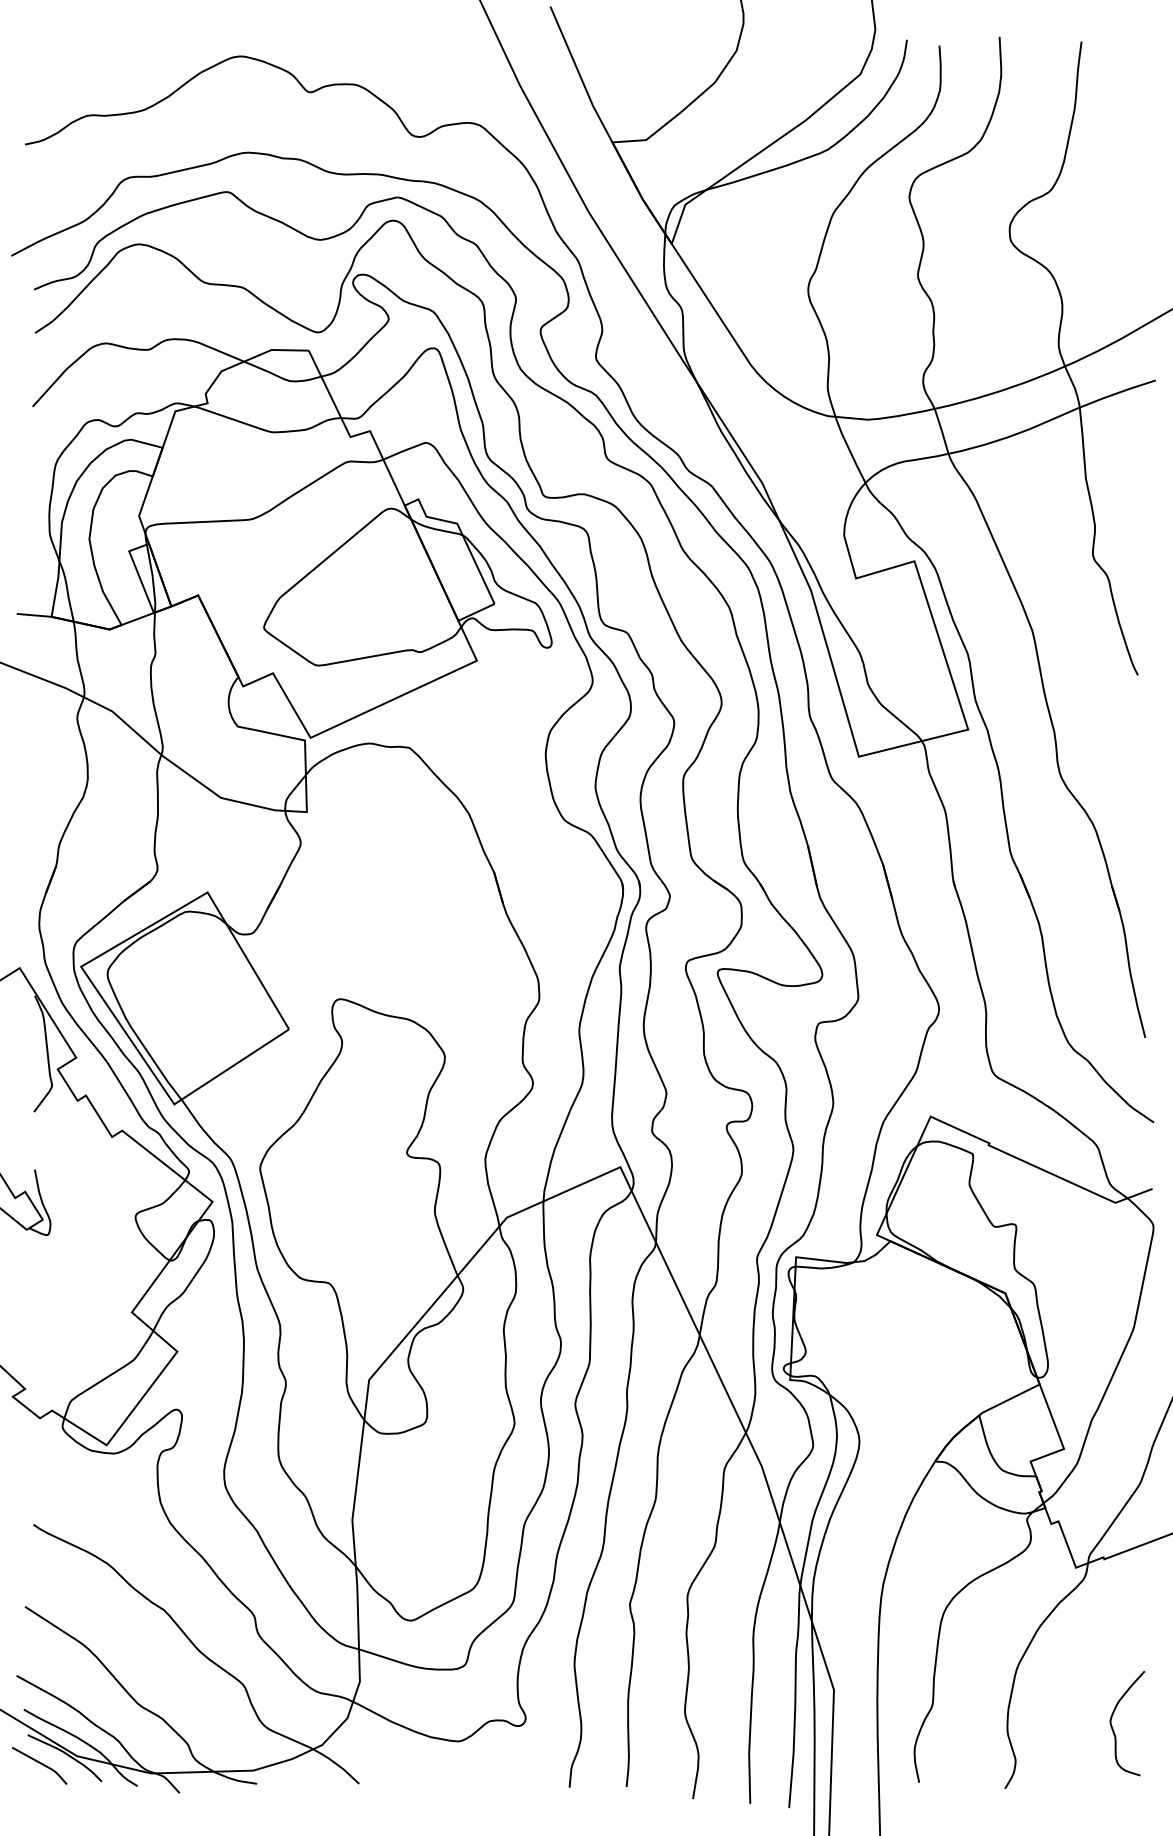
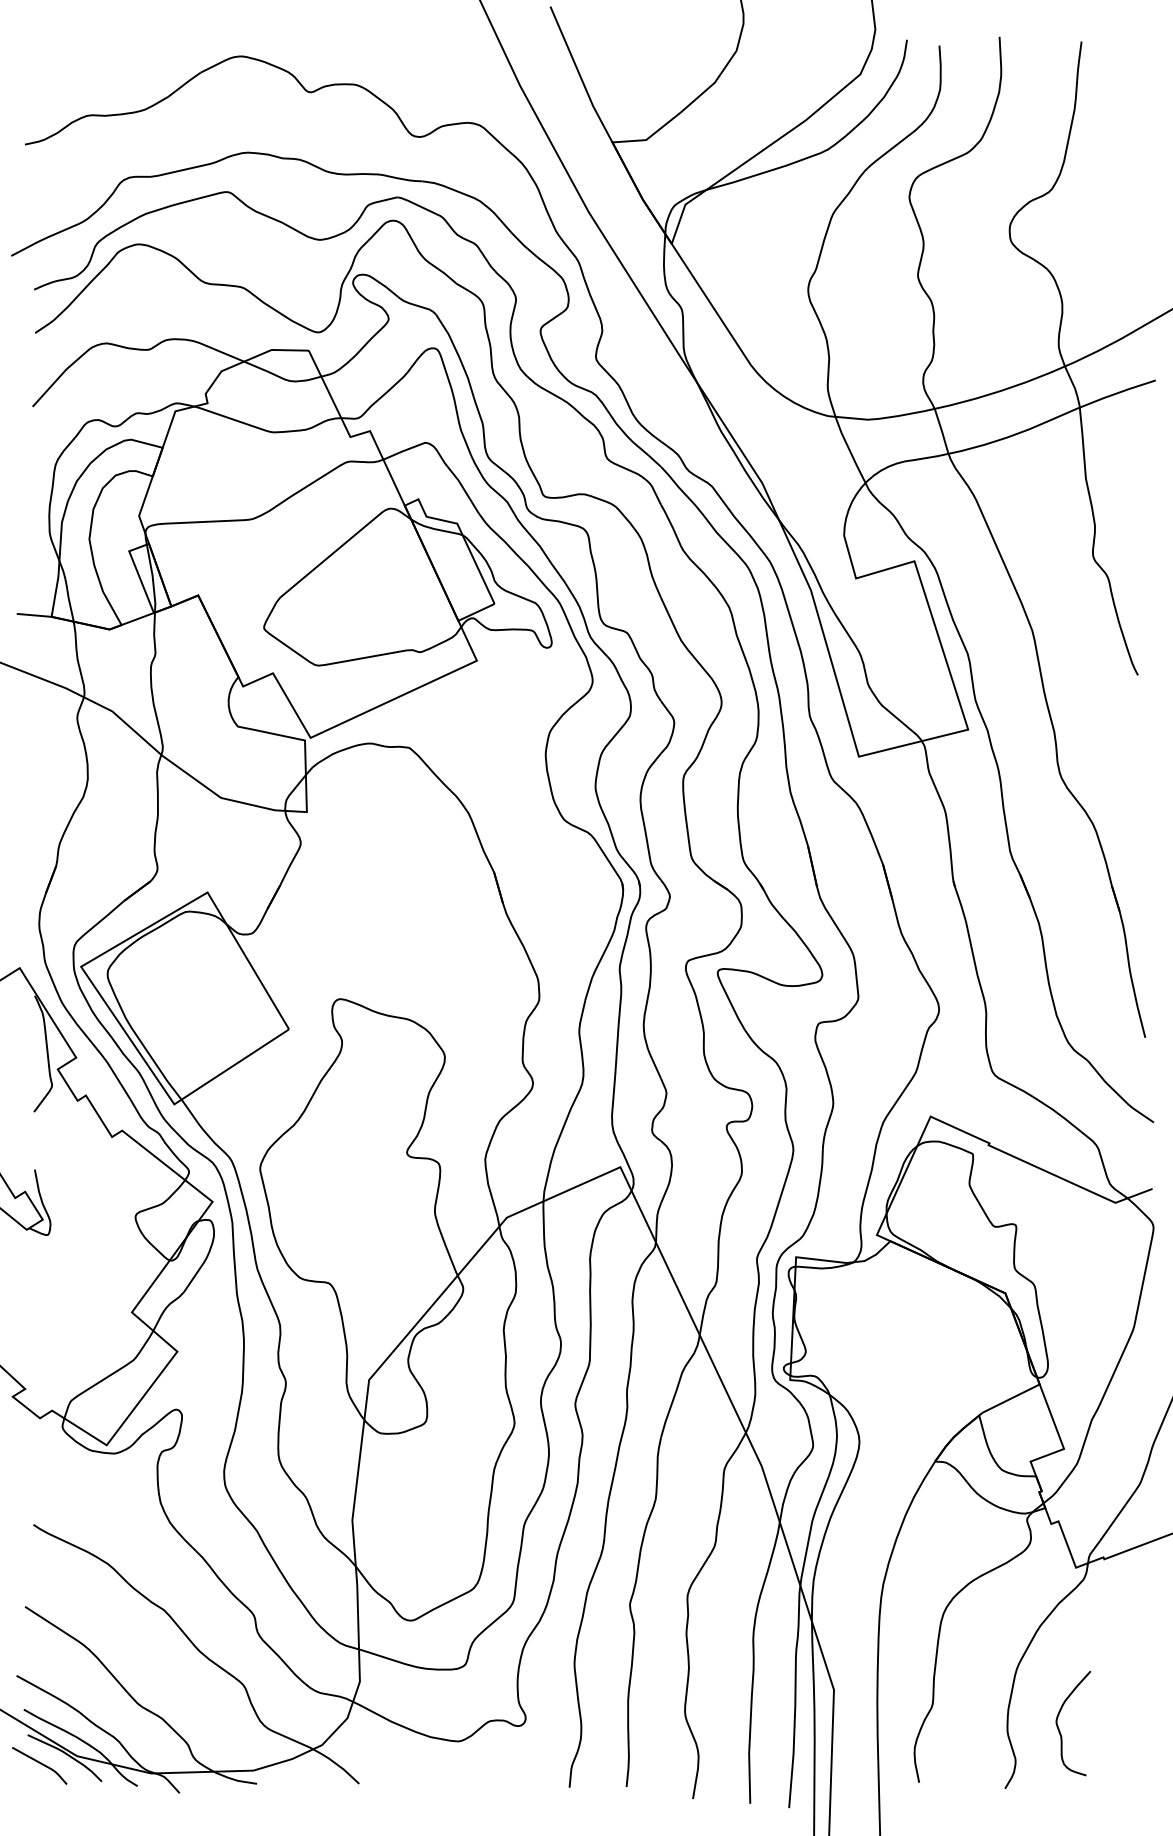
curve at (1113, 1728) position: (1113, 1728) -> (1059, 1728)
